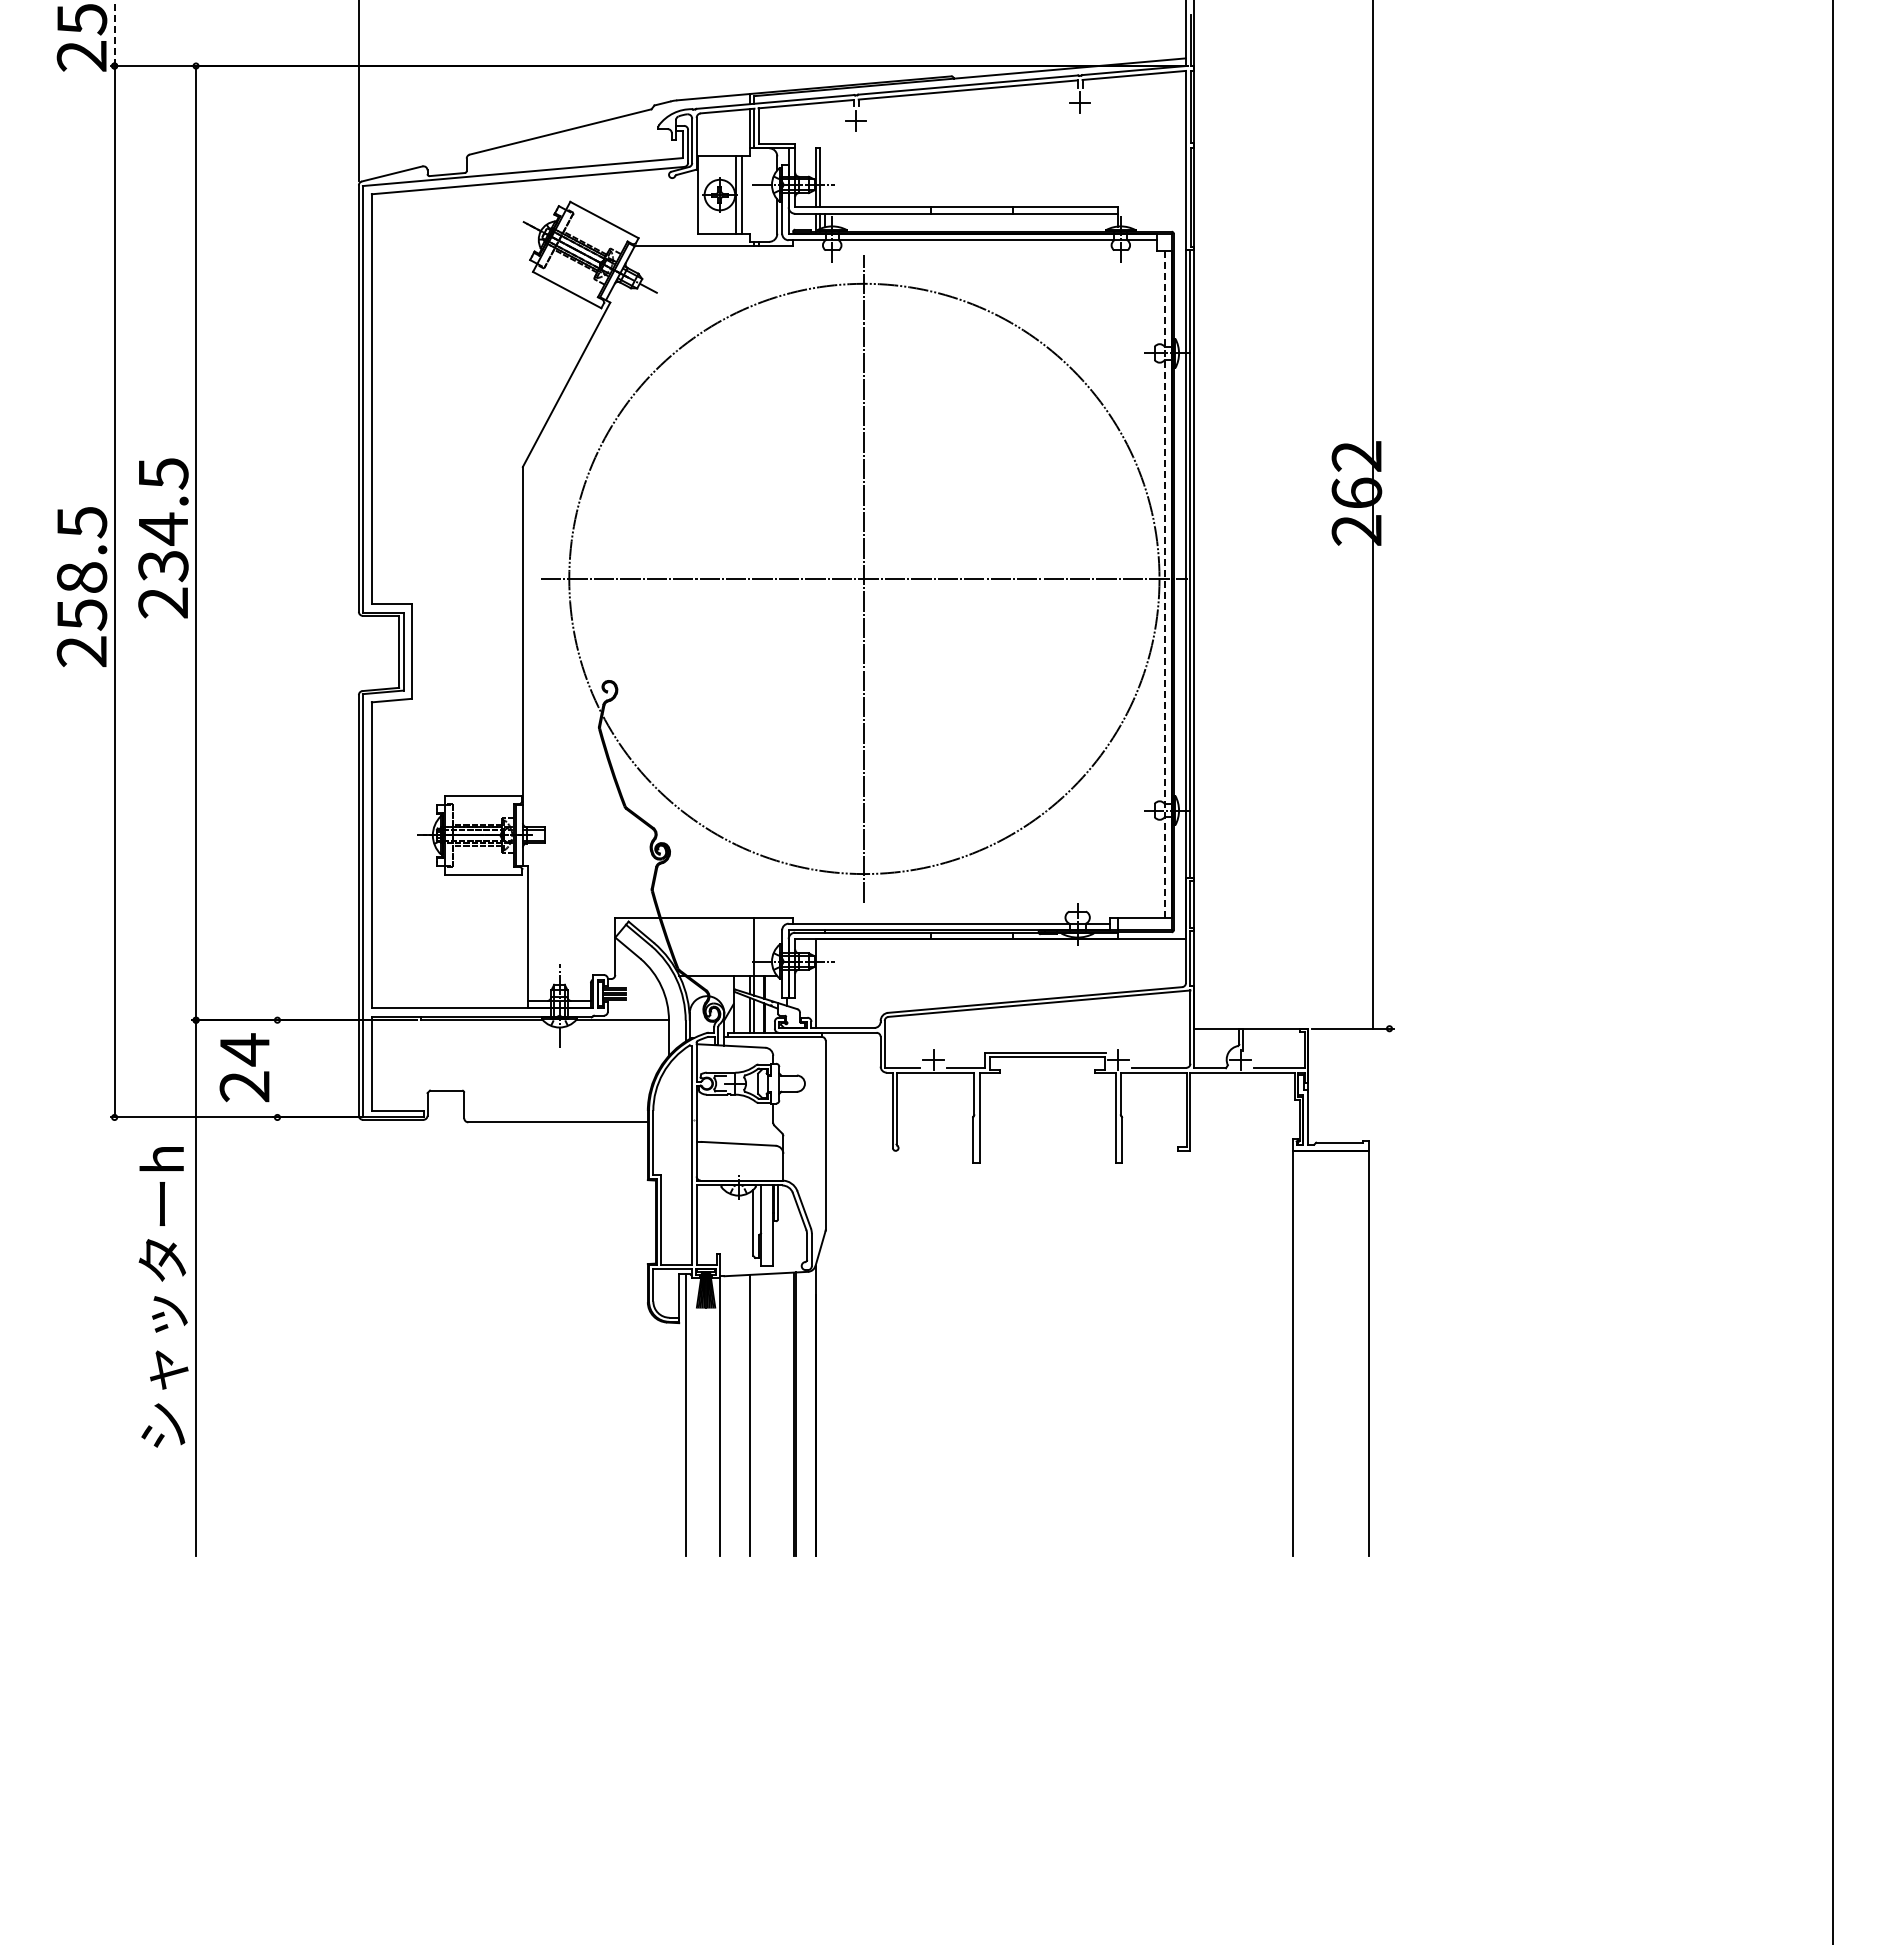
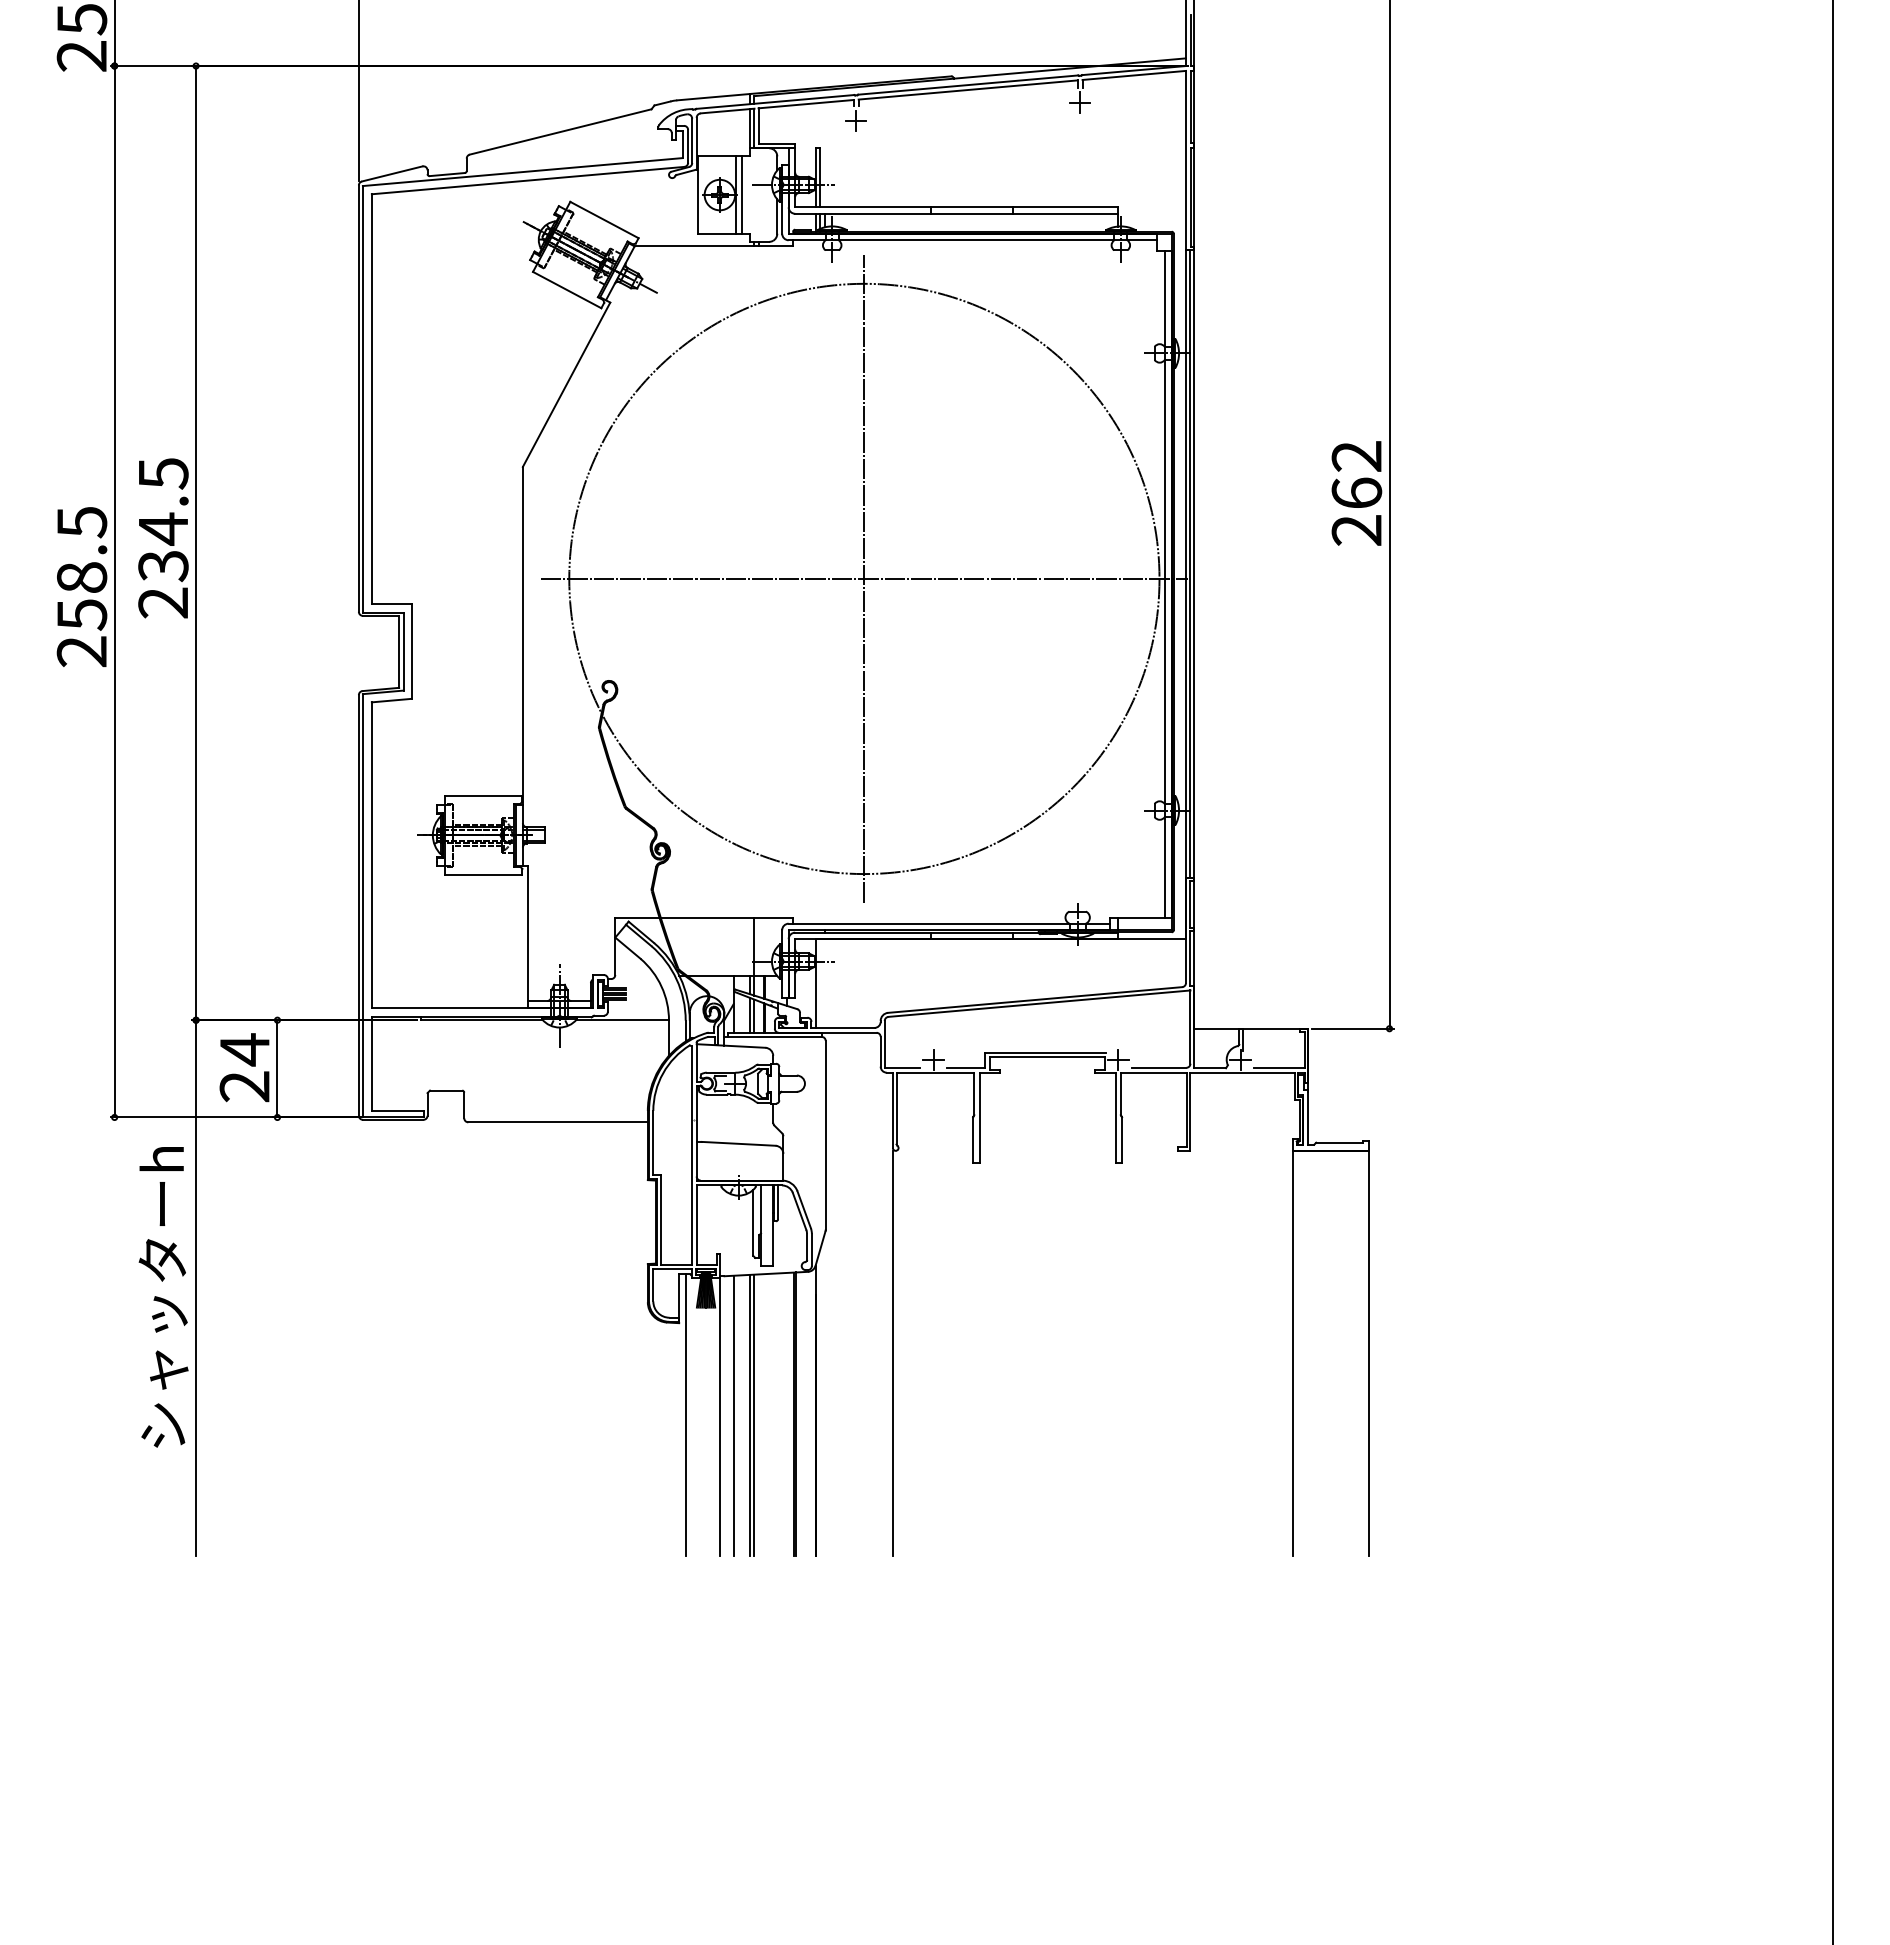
line at (114, 33): dashed -> solid
line at (1372, 515) position: (1372, 515) -> (1389, 515)
line at (1165, 584): dashed -> solid
line at (277, 1068): none -> present
line at (892, 1352): none -> present
line at (754, 1414): none -> present
line at (733, 1415): none -> present
